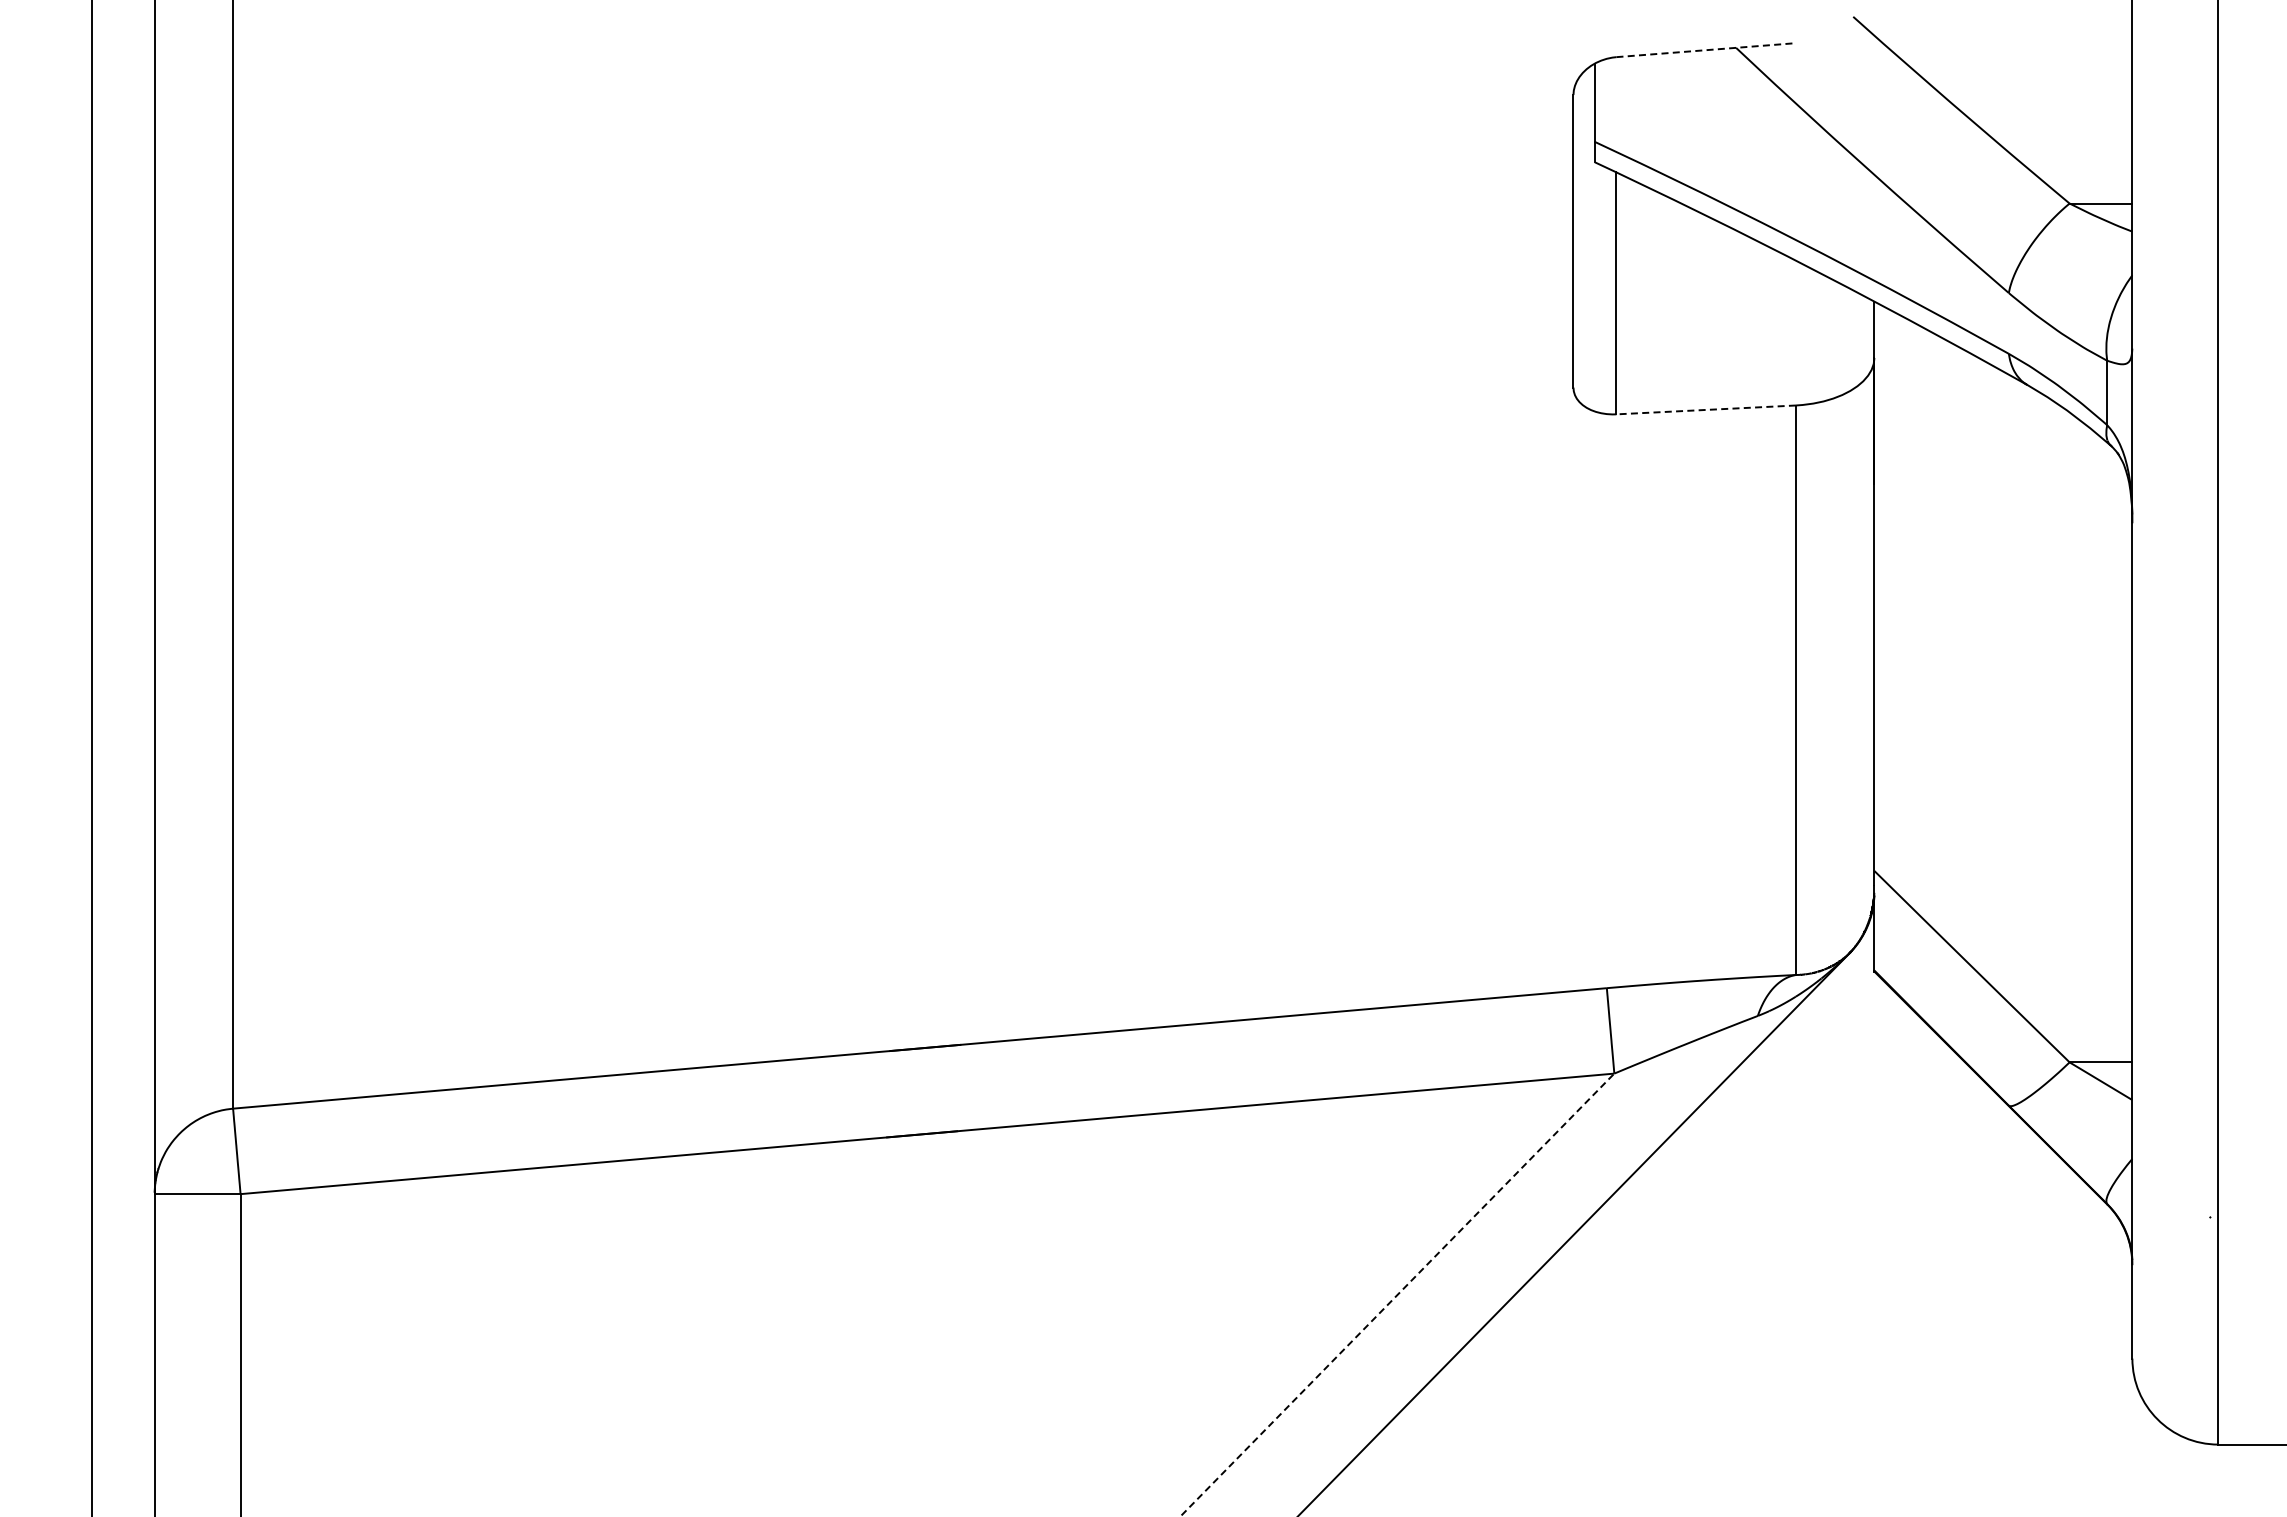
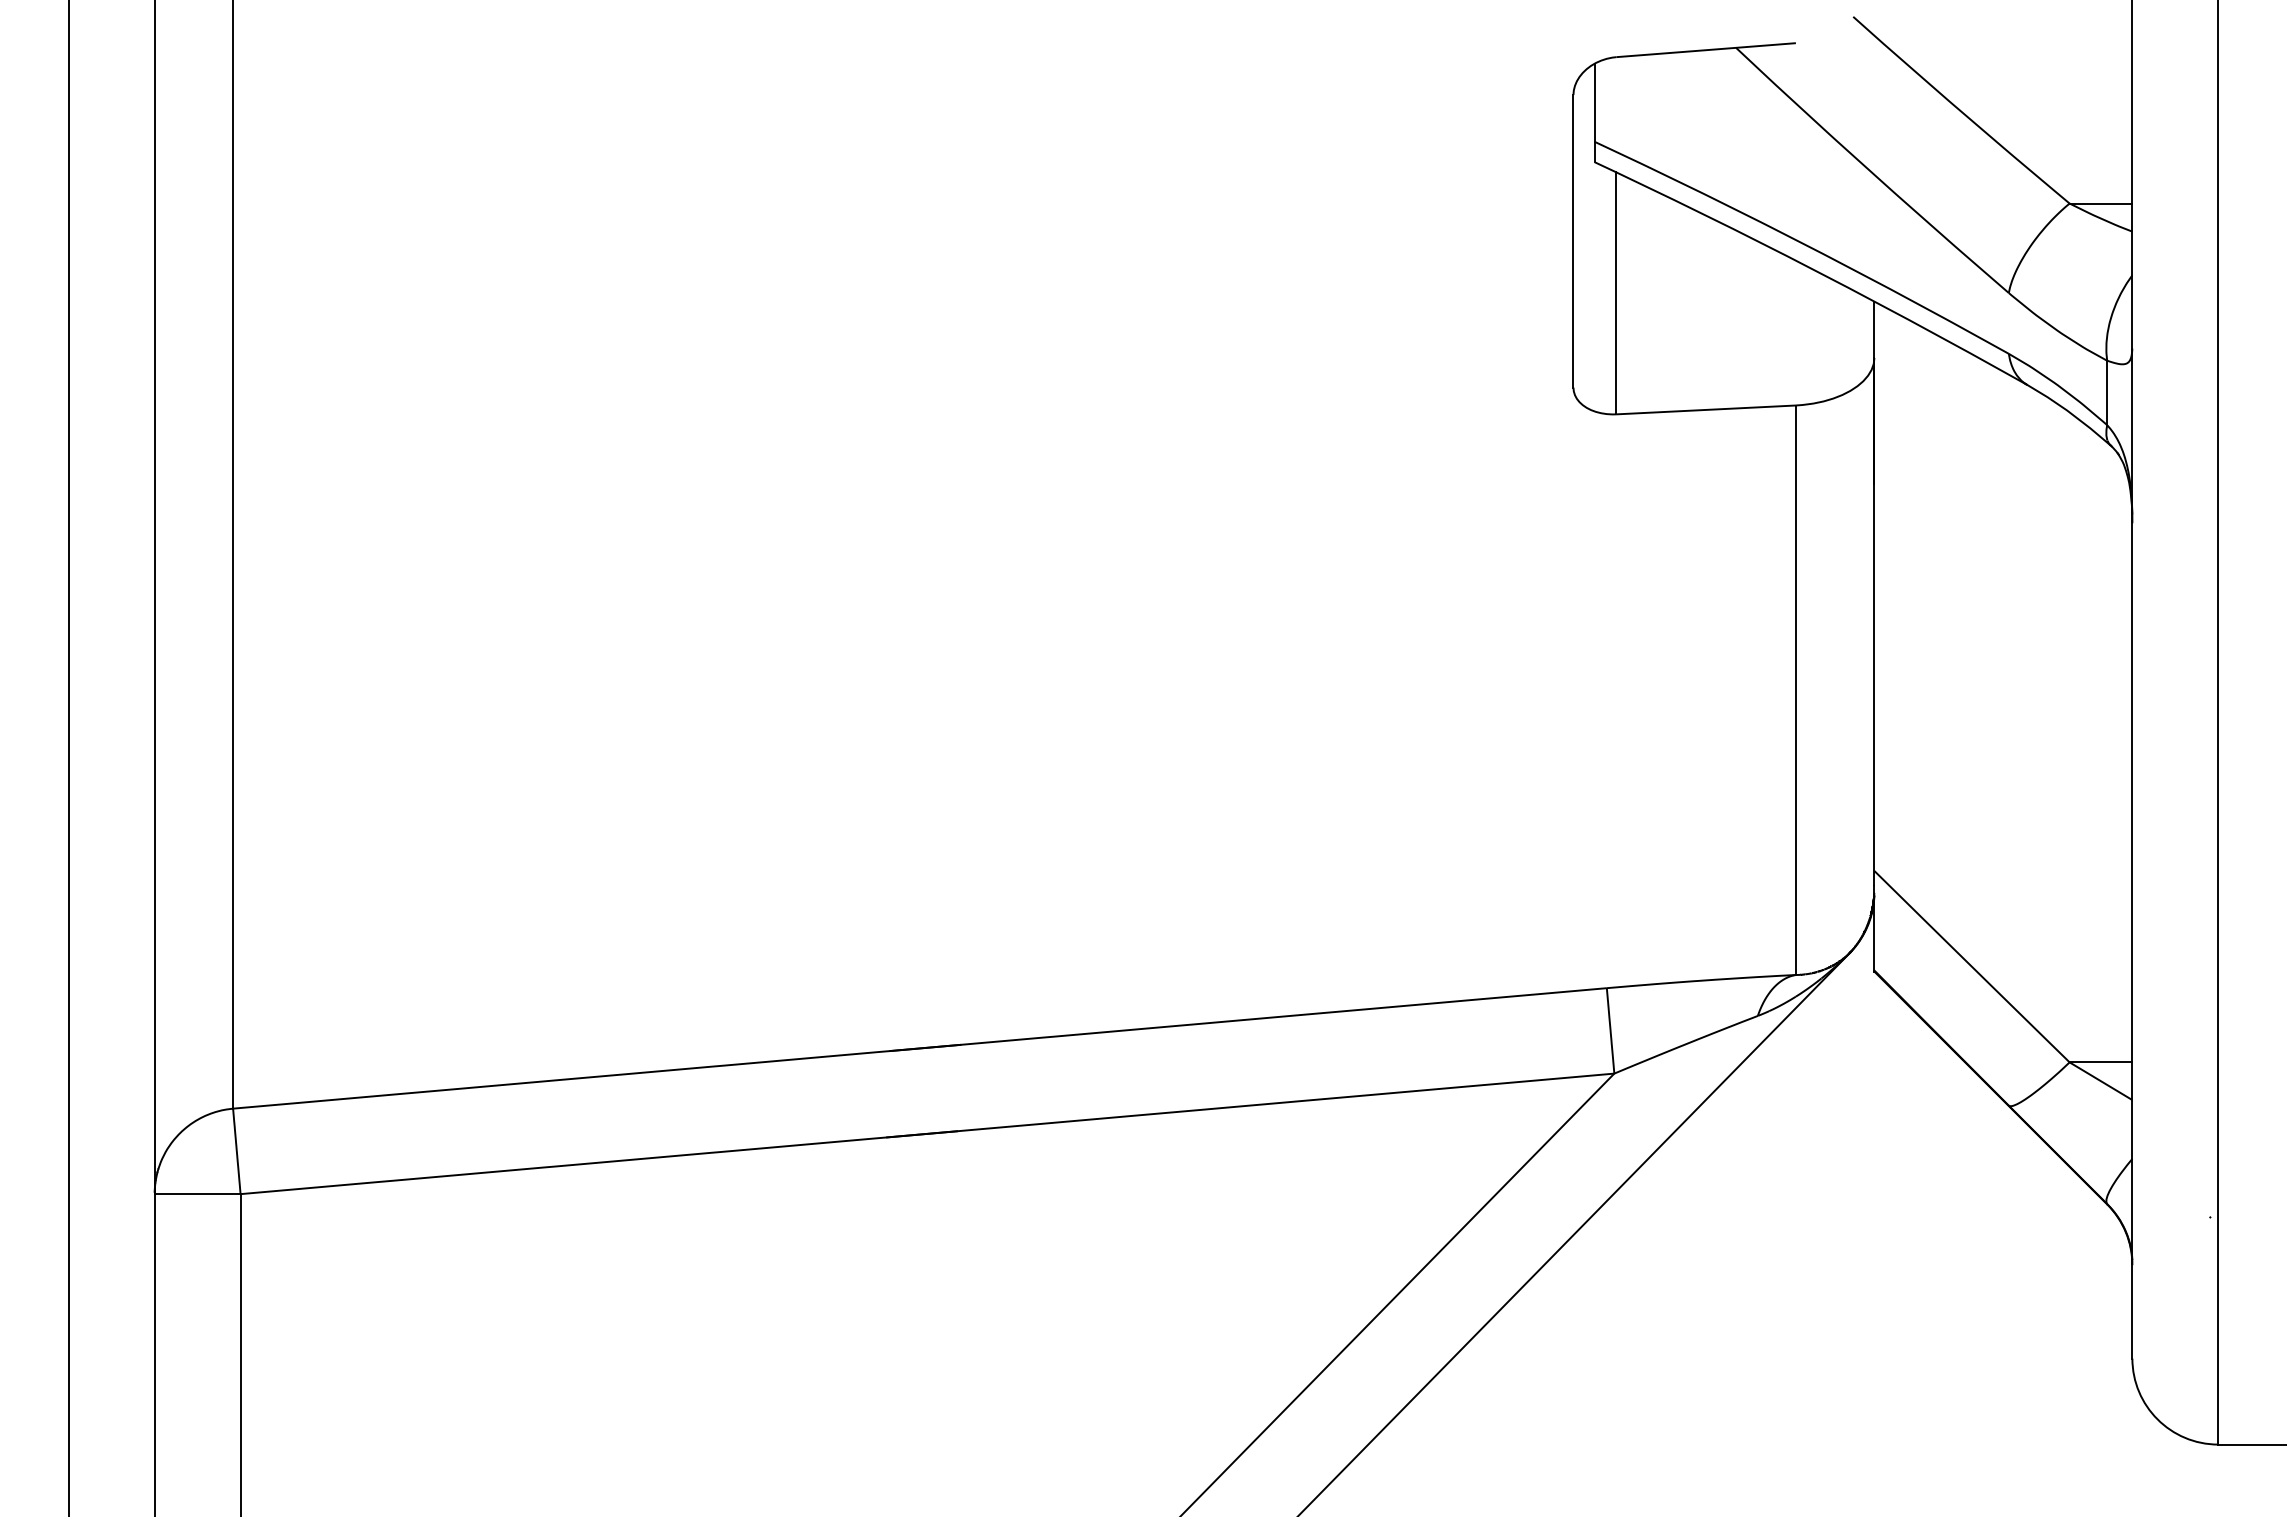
line at (1706, 50): dashed -> solid
line at (1706, 409): dashed -> solid
line at (91, 757) position: (91, 757) -> (68, 757)
line at (1397, 1294): dashed -> solid
